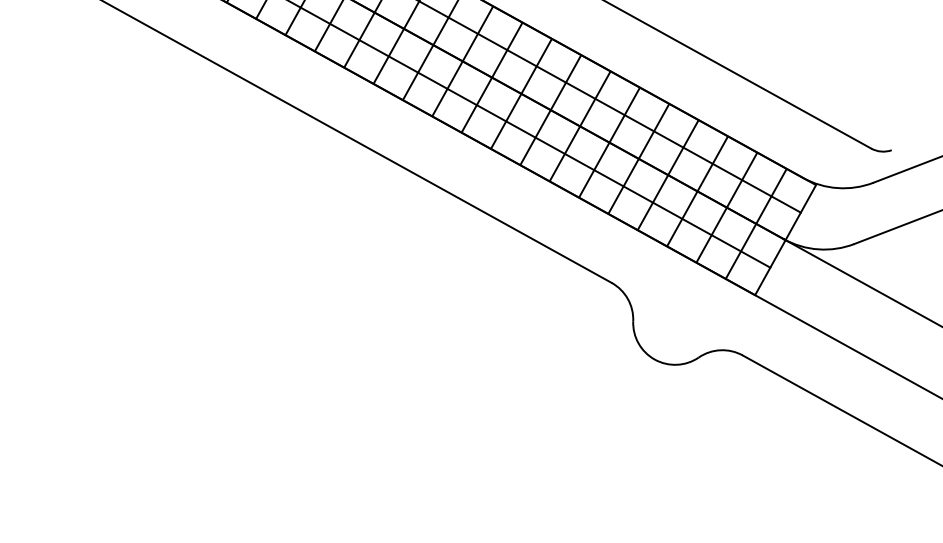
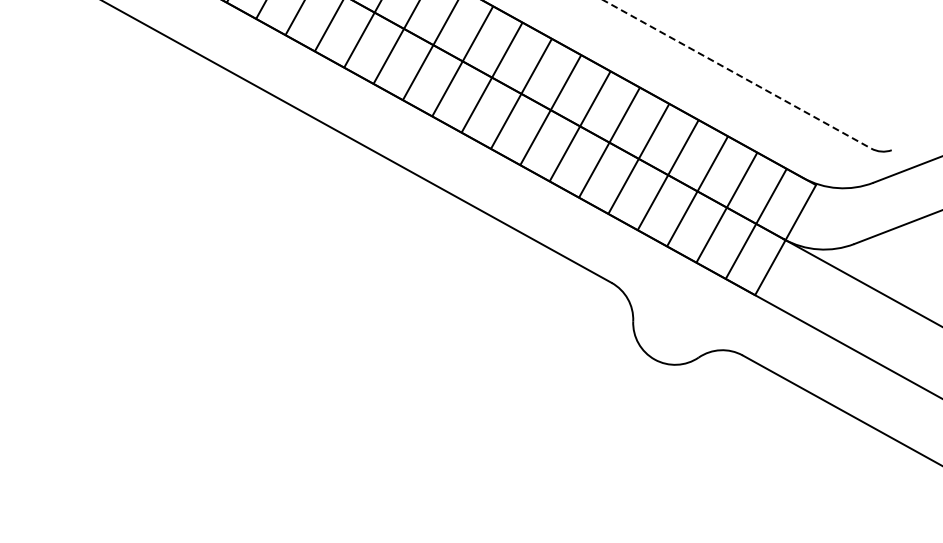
line at (737, 74): solid -> dashed
line at (610, 107): present -> none
line at (530, 134): present -> none
